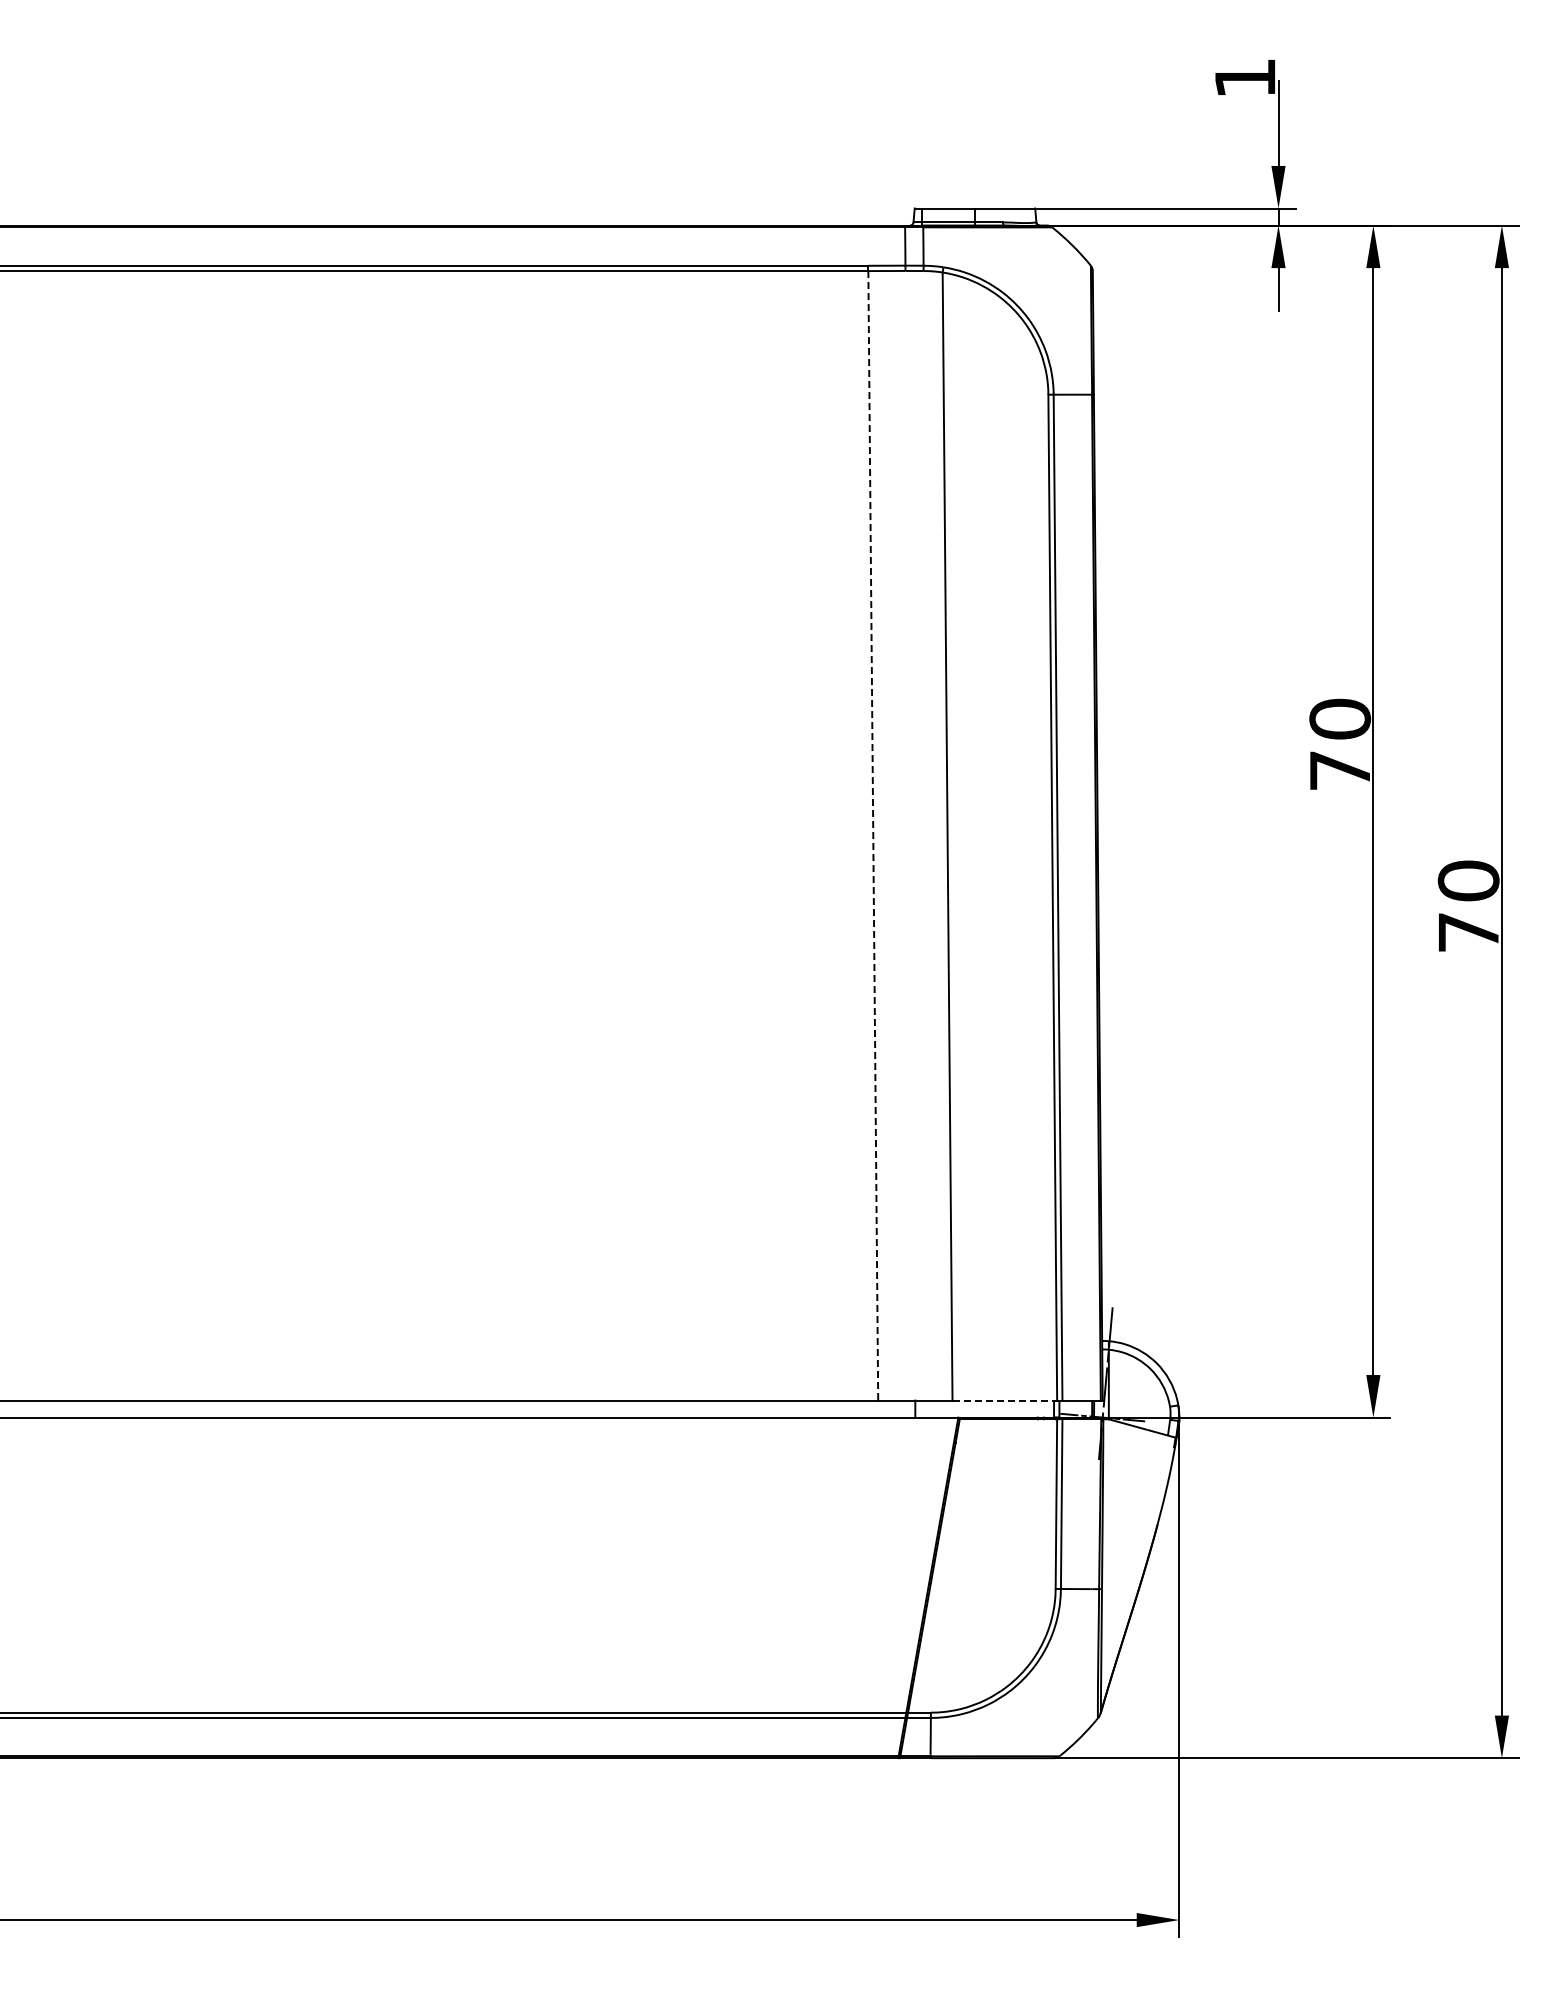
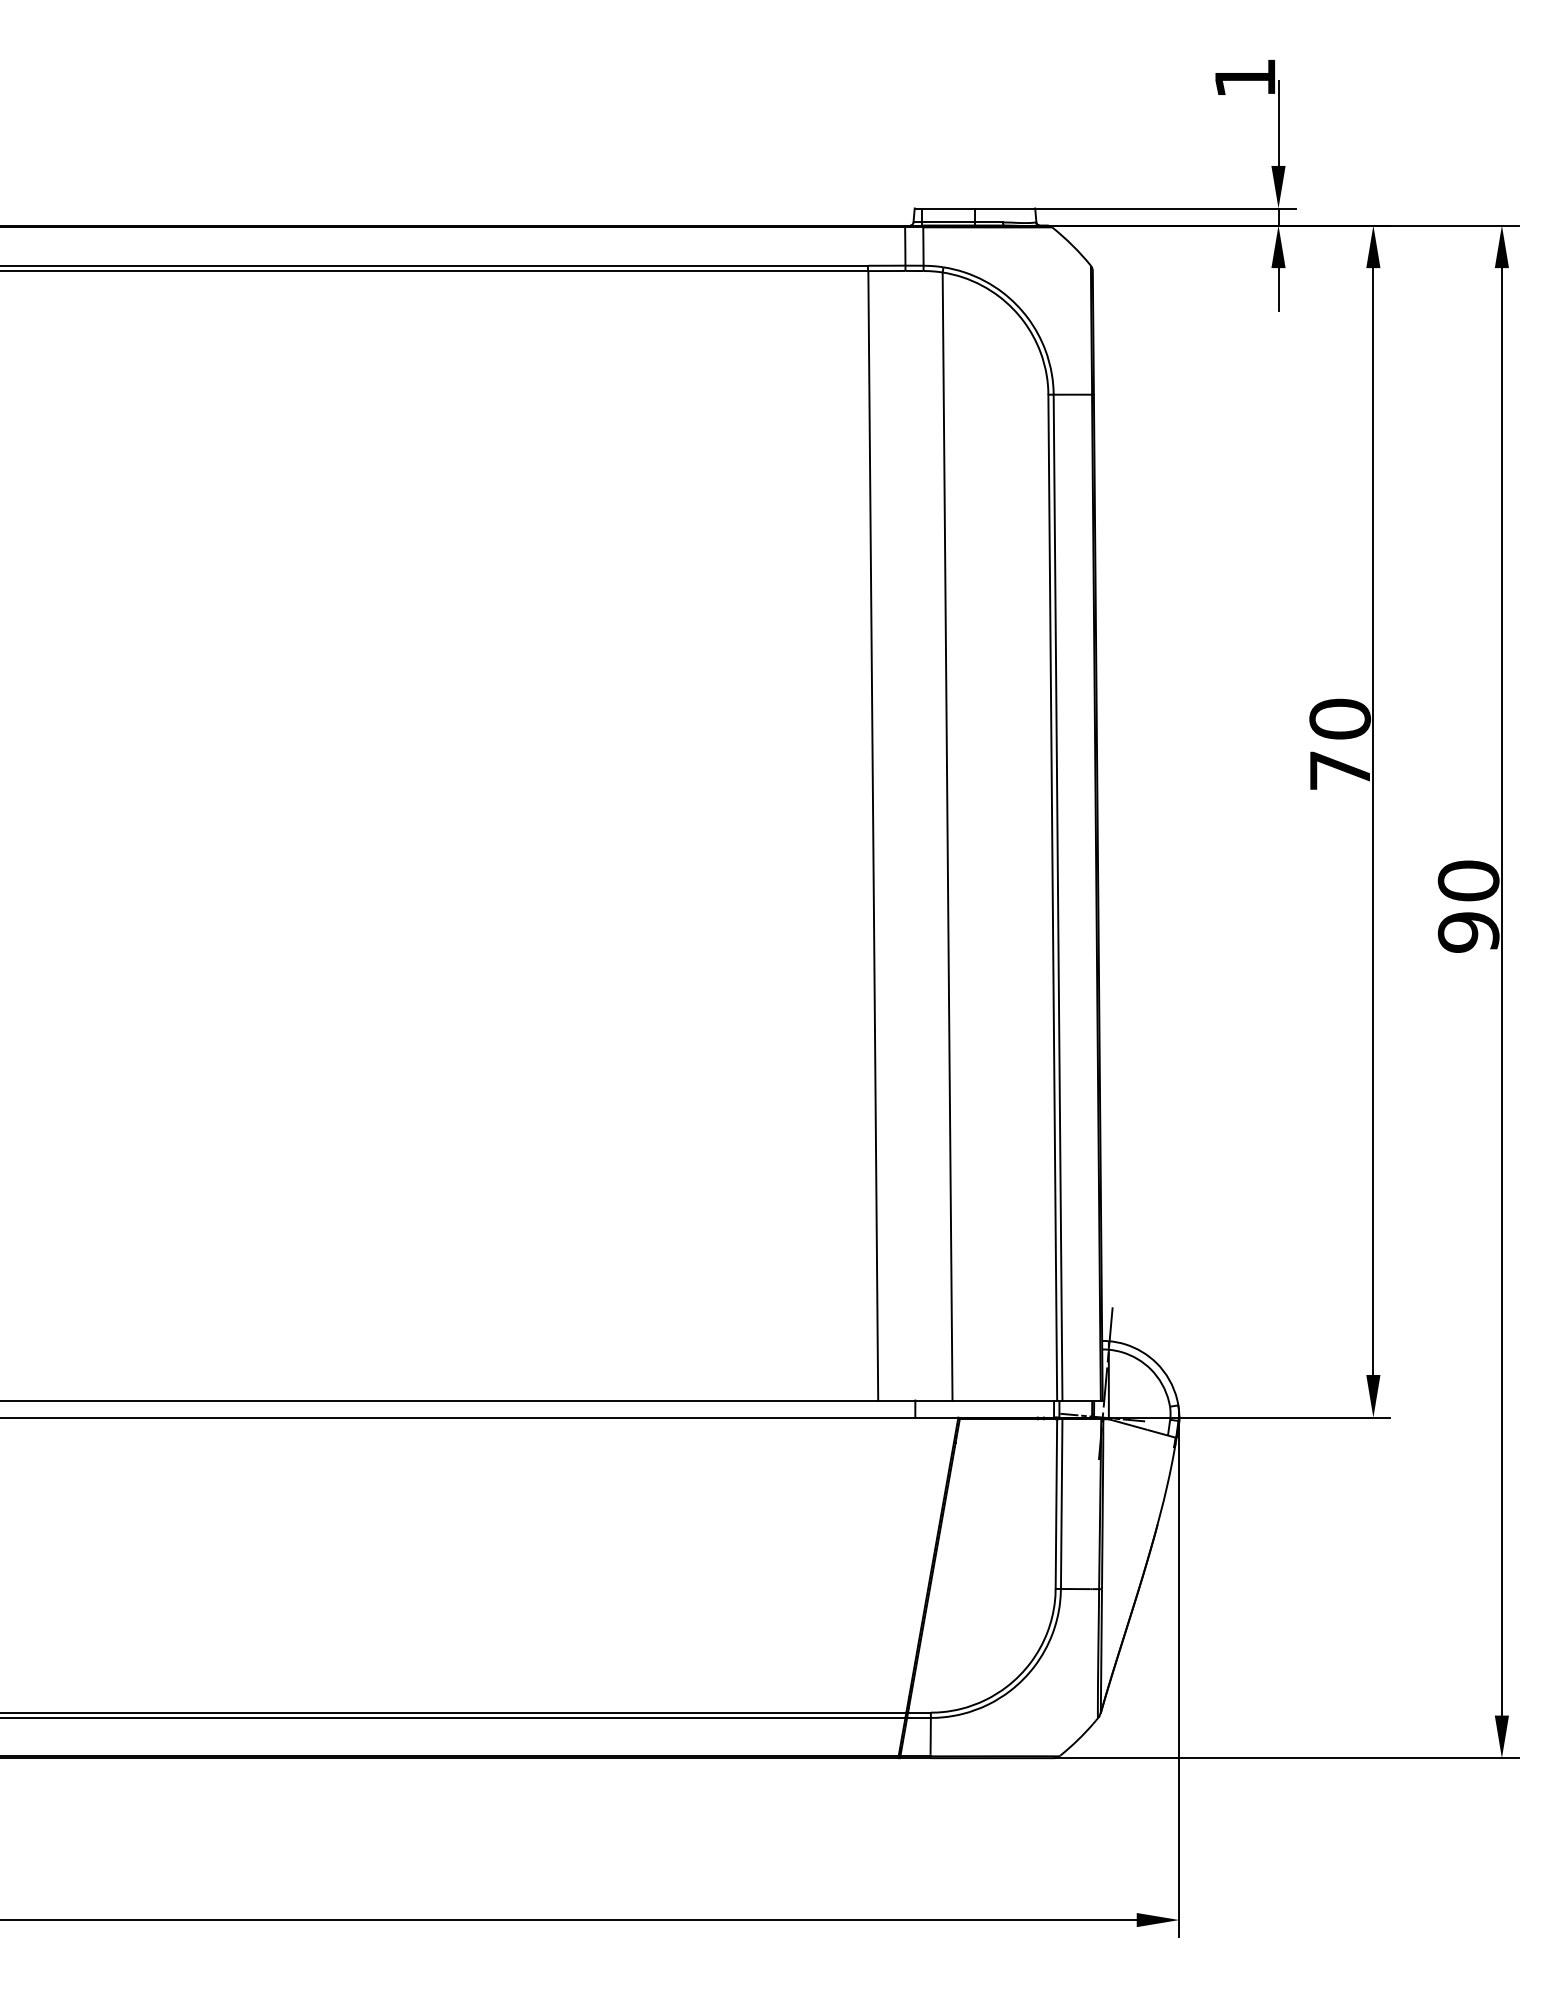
line at (873, 835): dashed -> solid
text at (1468, 932): 70 -> 90
line at (1005, 1400): dashed -> solid
